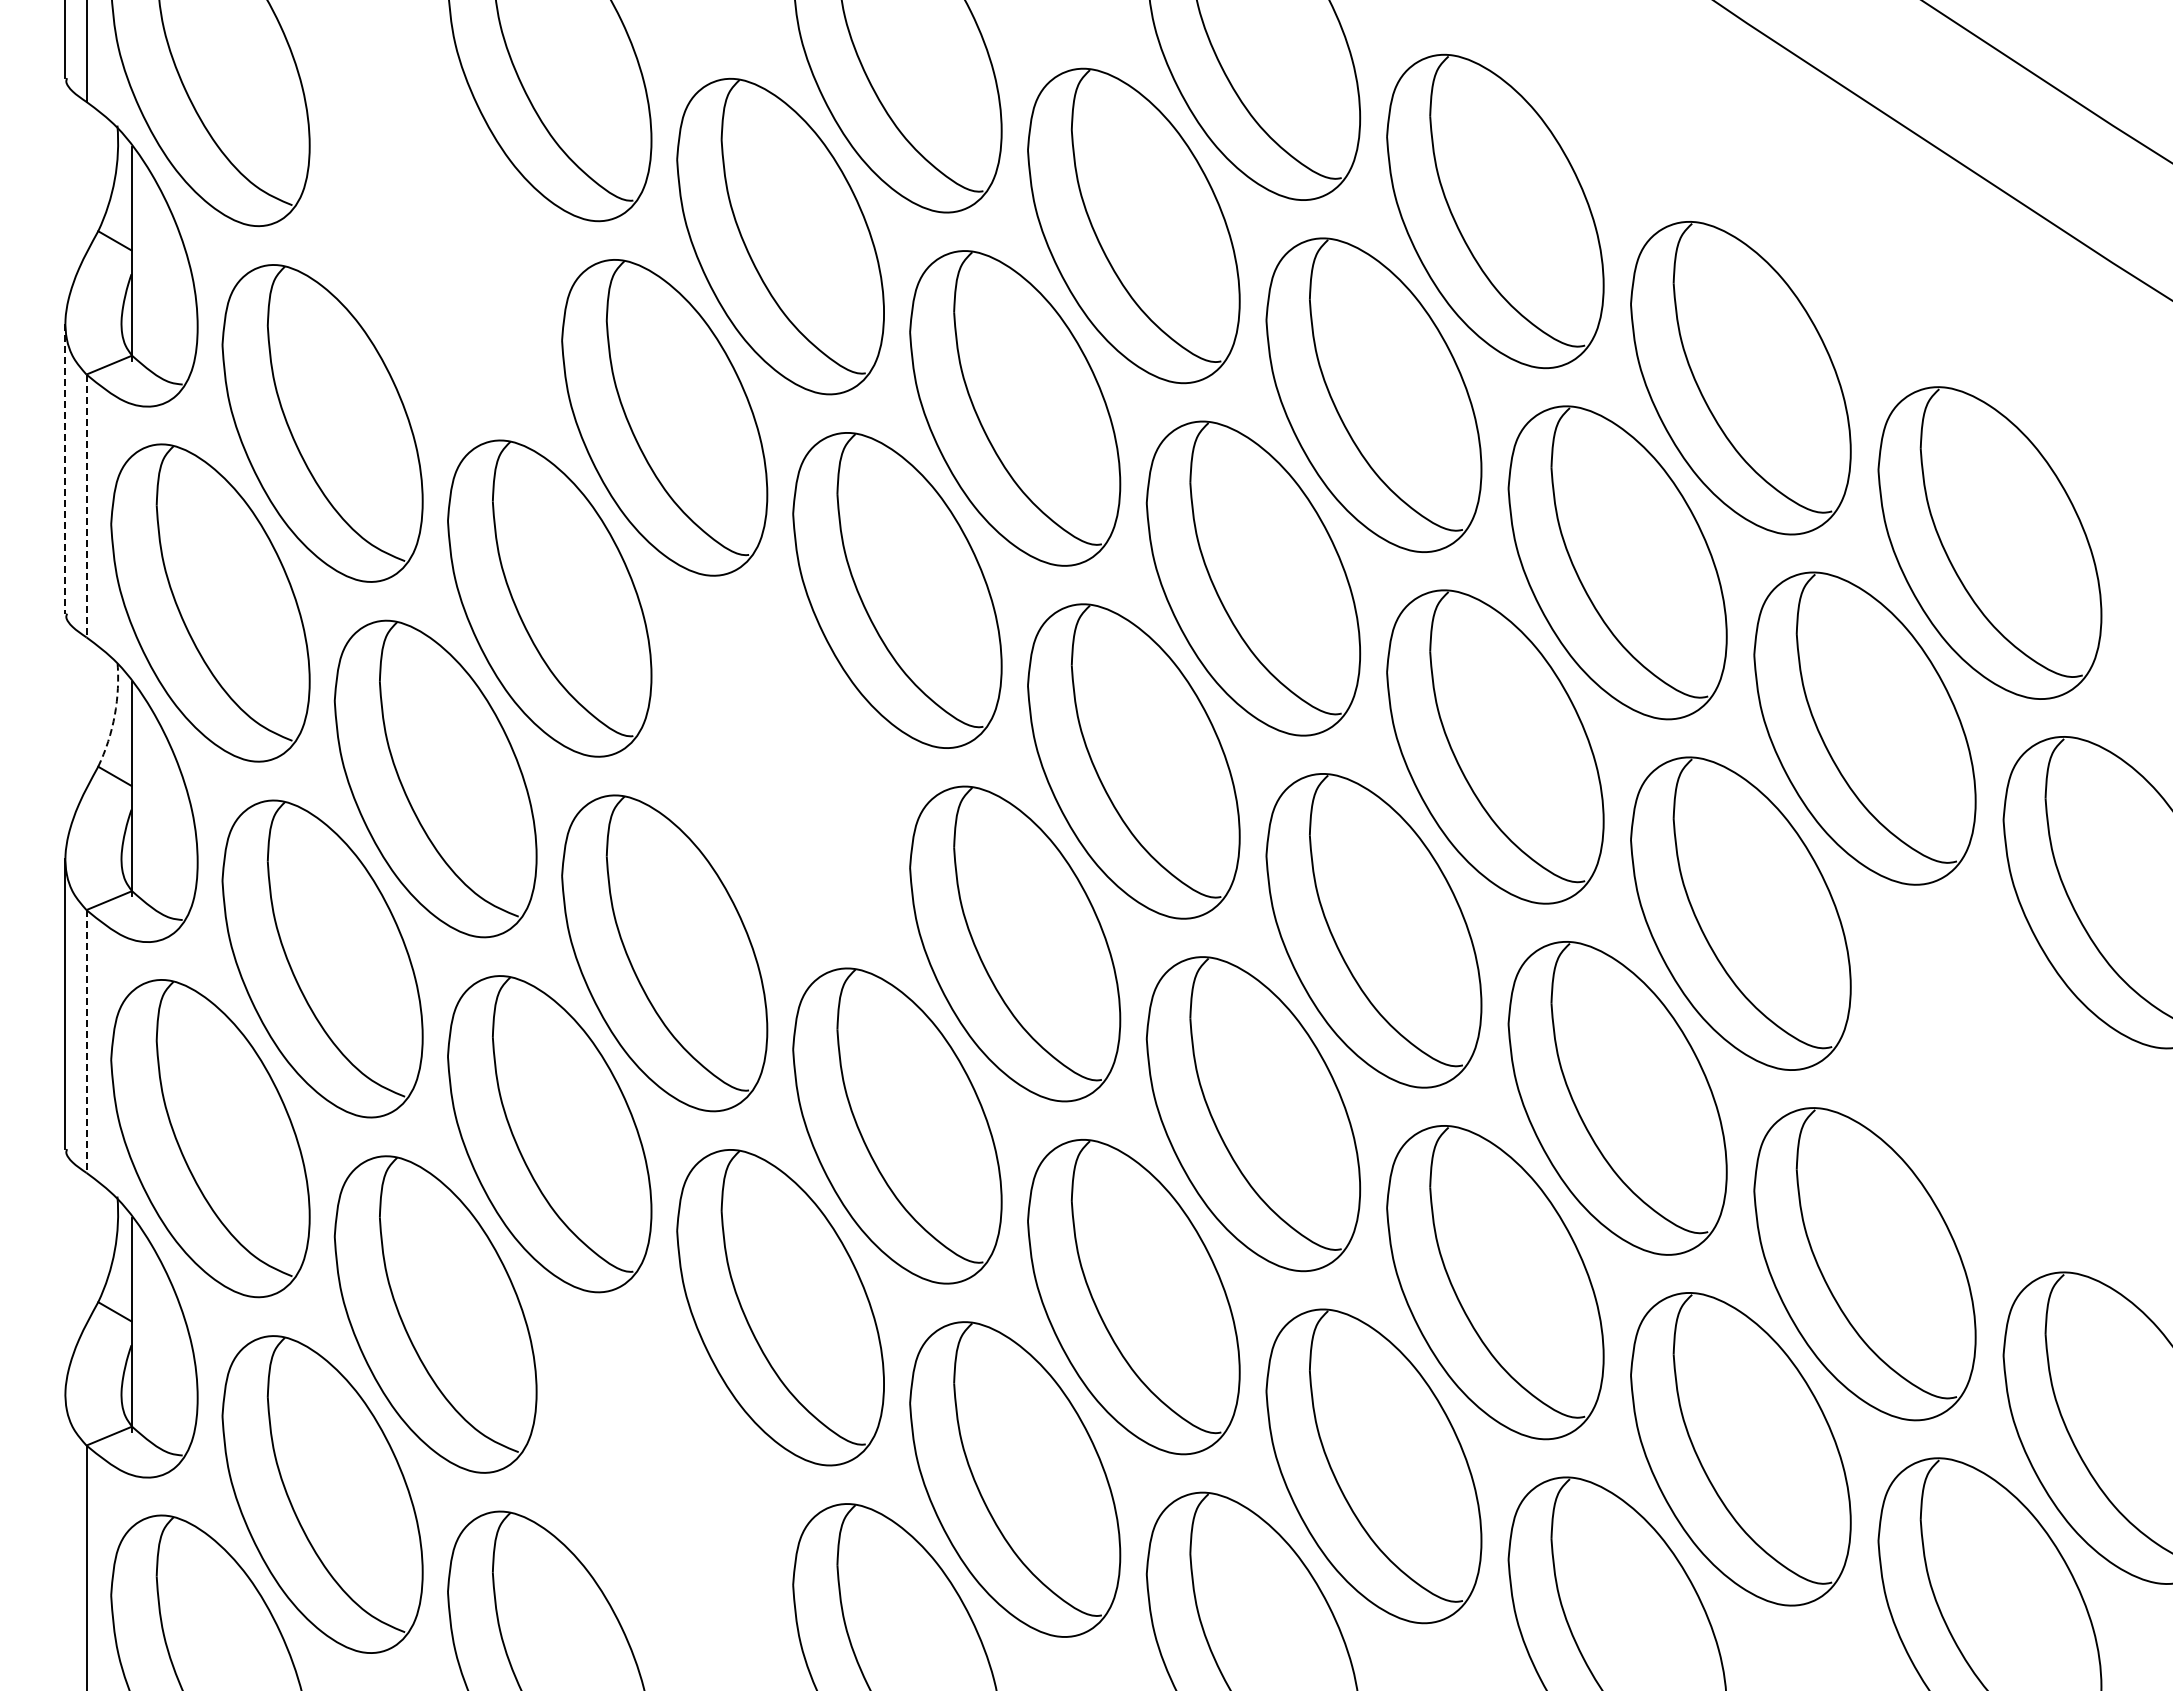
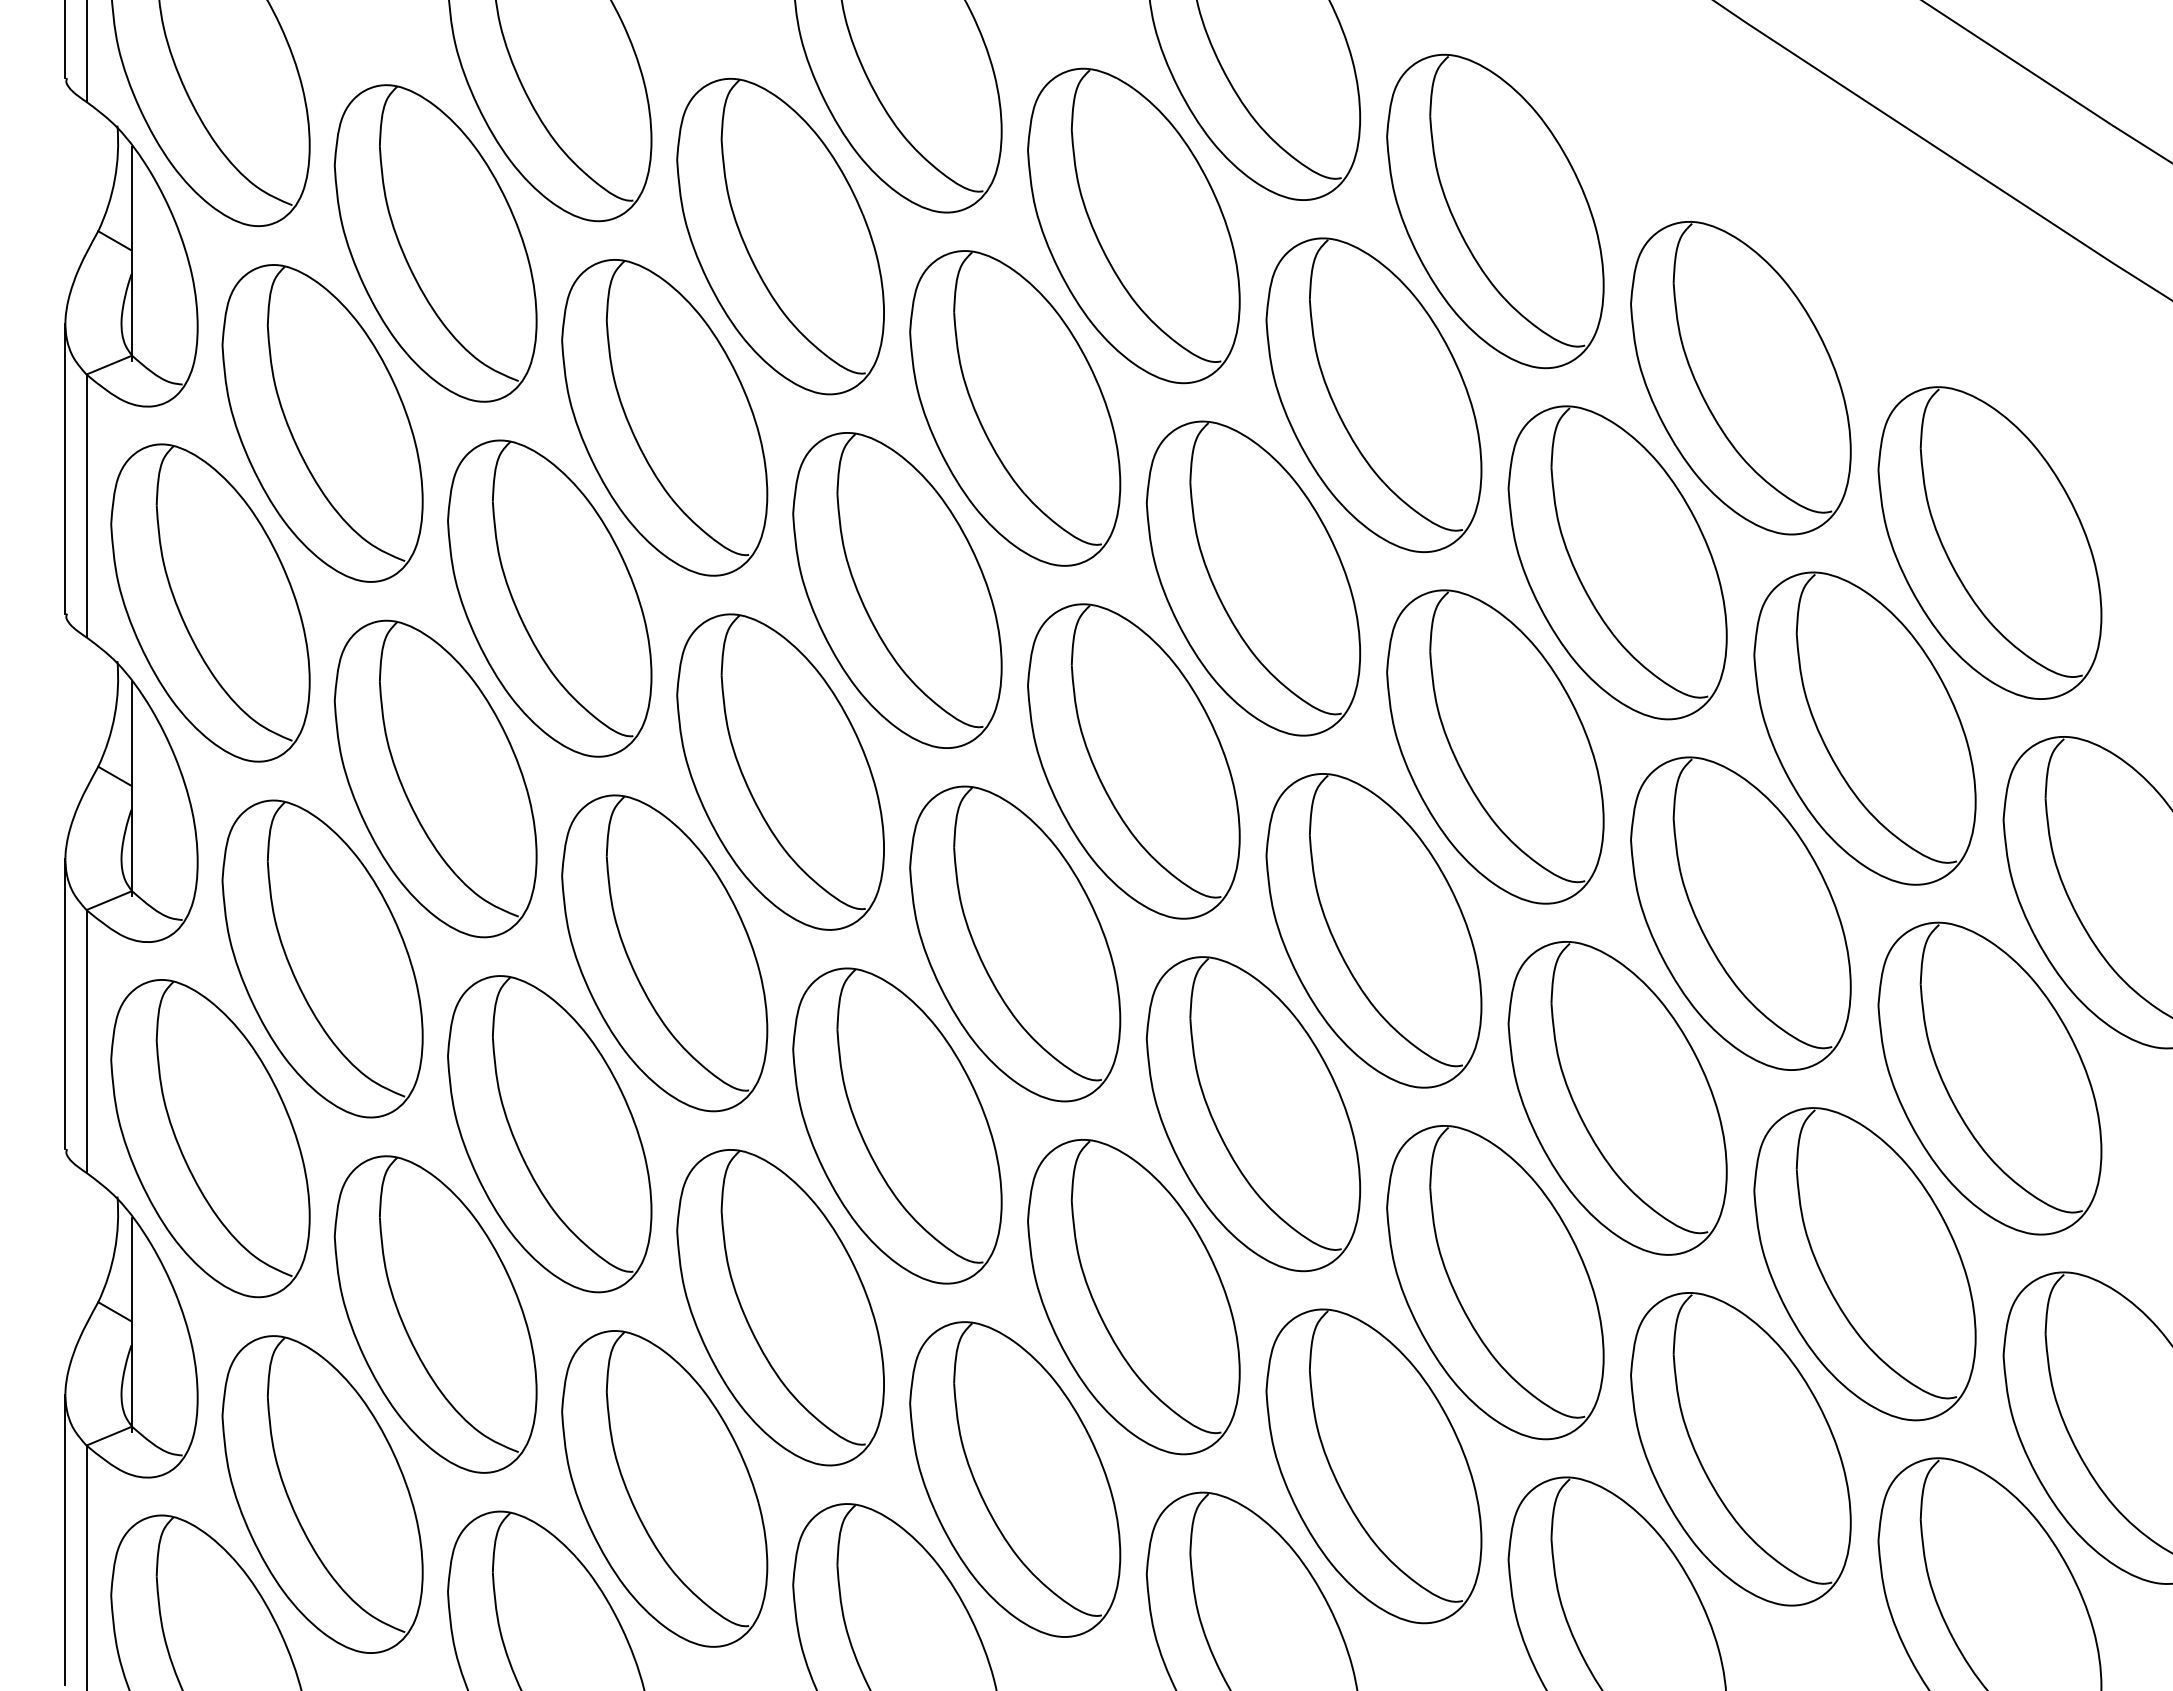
part at (435, 243): none -> present
line at (65, 468): dashed -> solid
line at (86, 506): dashed -> solid
arc at (114, 715): dashed -> solid
part at (780, 771): none -> present
line at (86, 1041): dashed -> solid
part at (1989, 1078): none -> present
part at (664, 1488): none -> present
line at (65, 1539): none -> present
